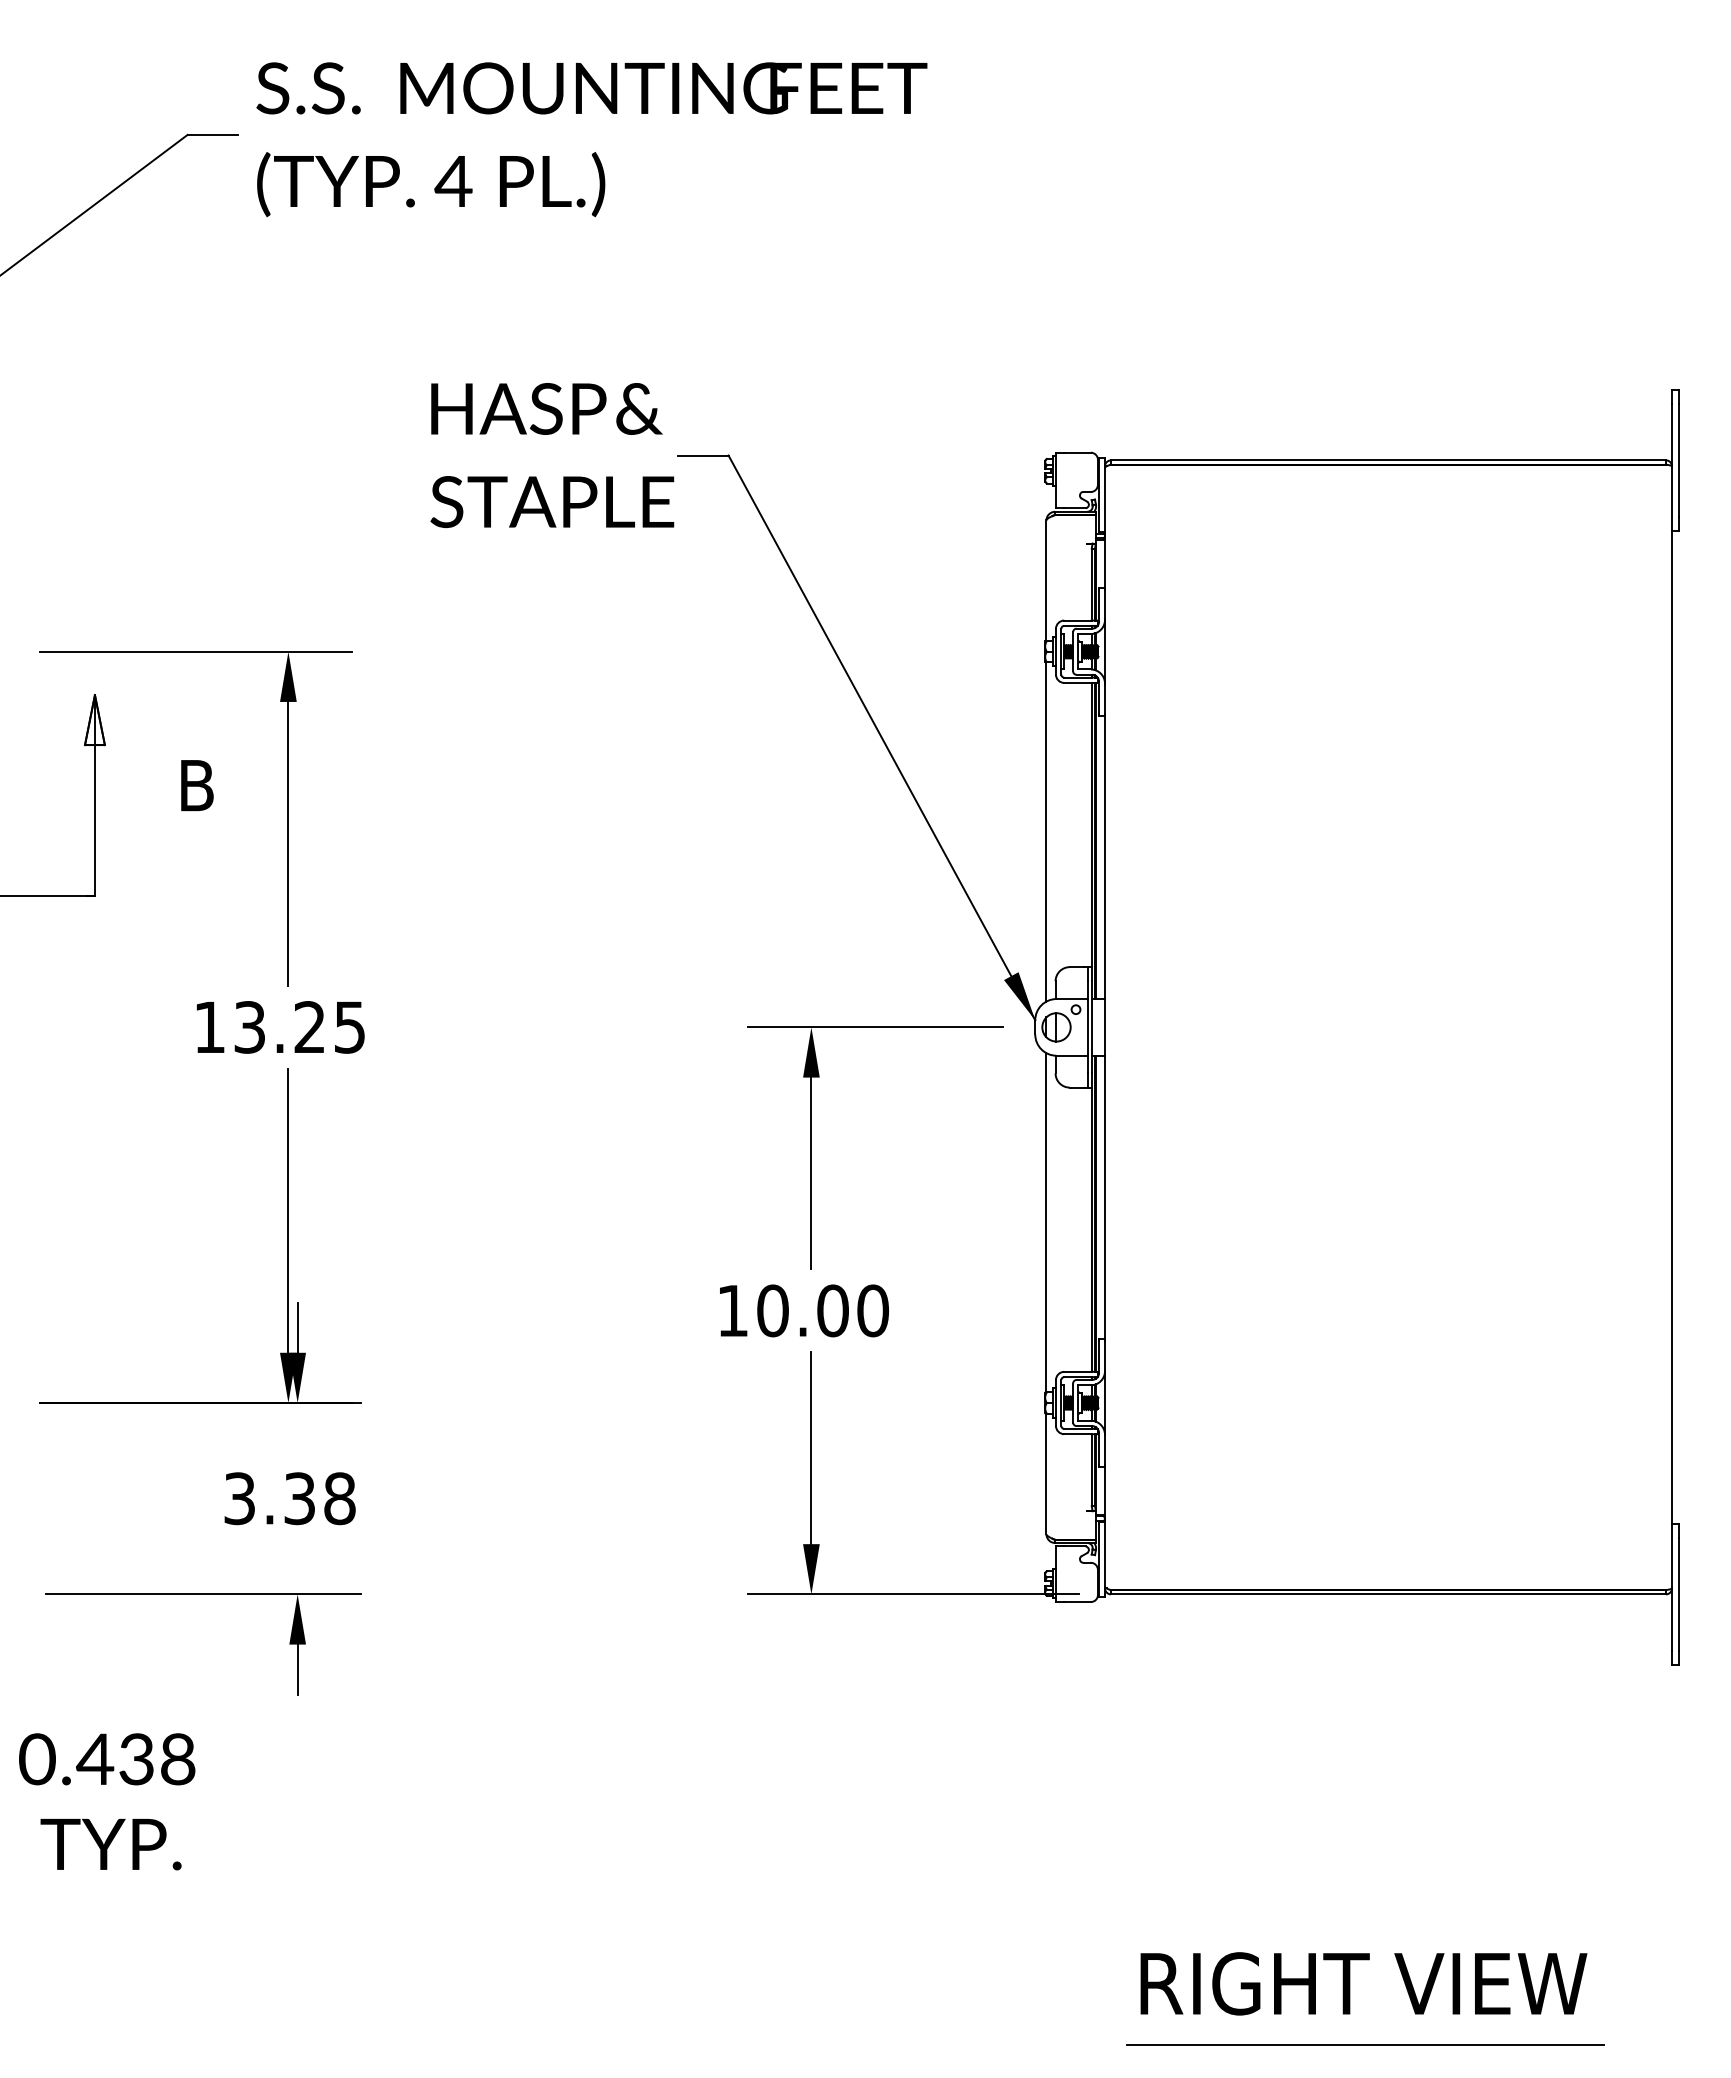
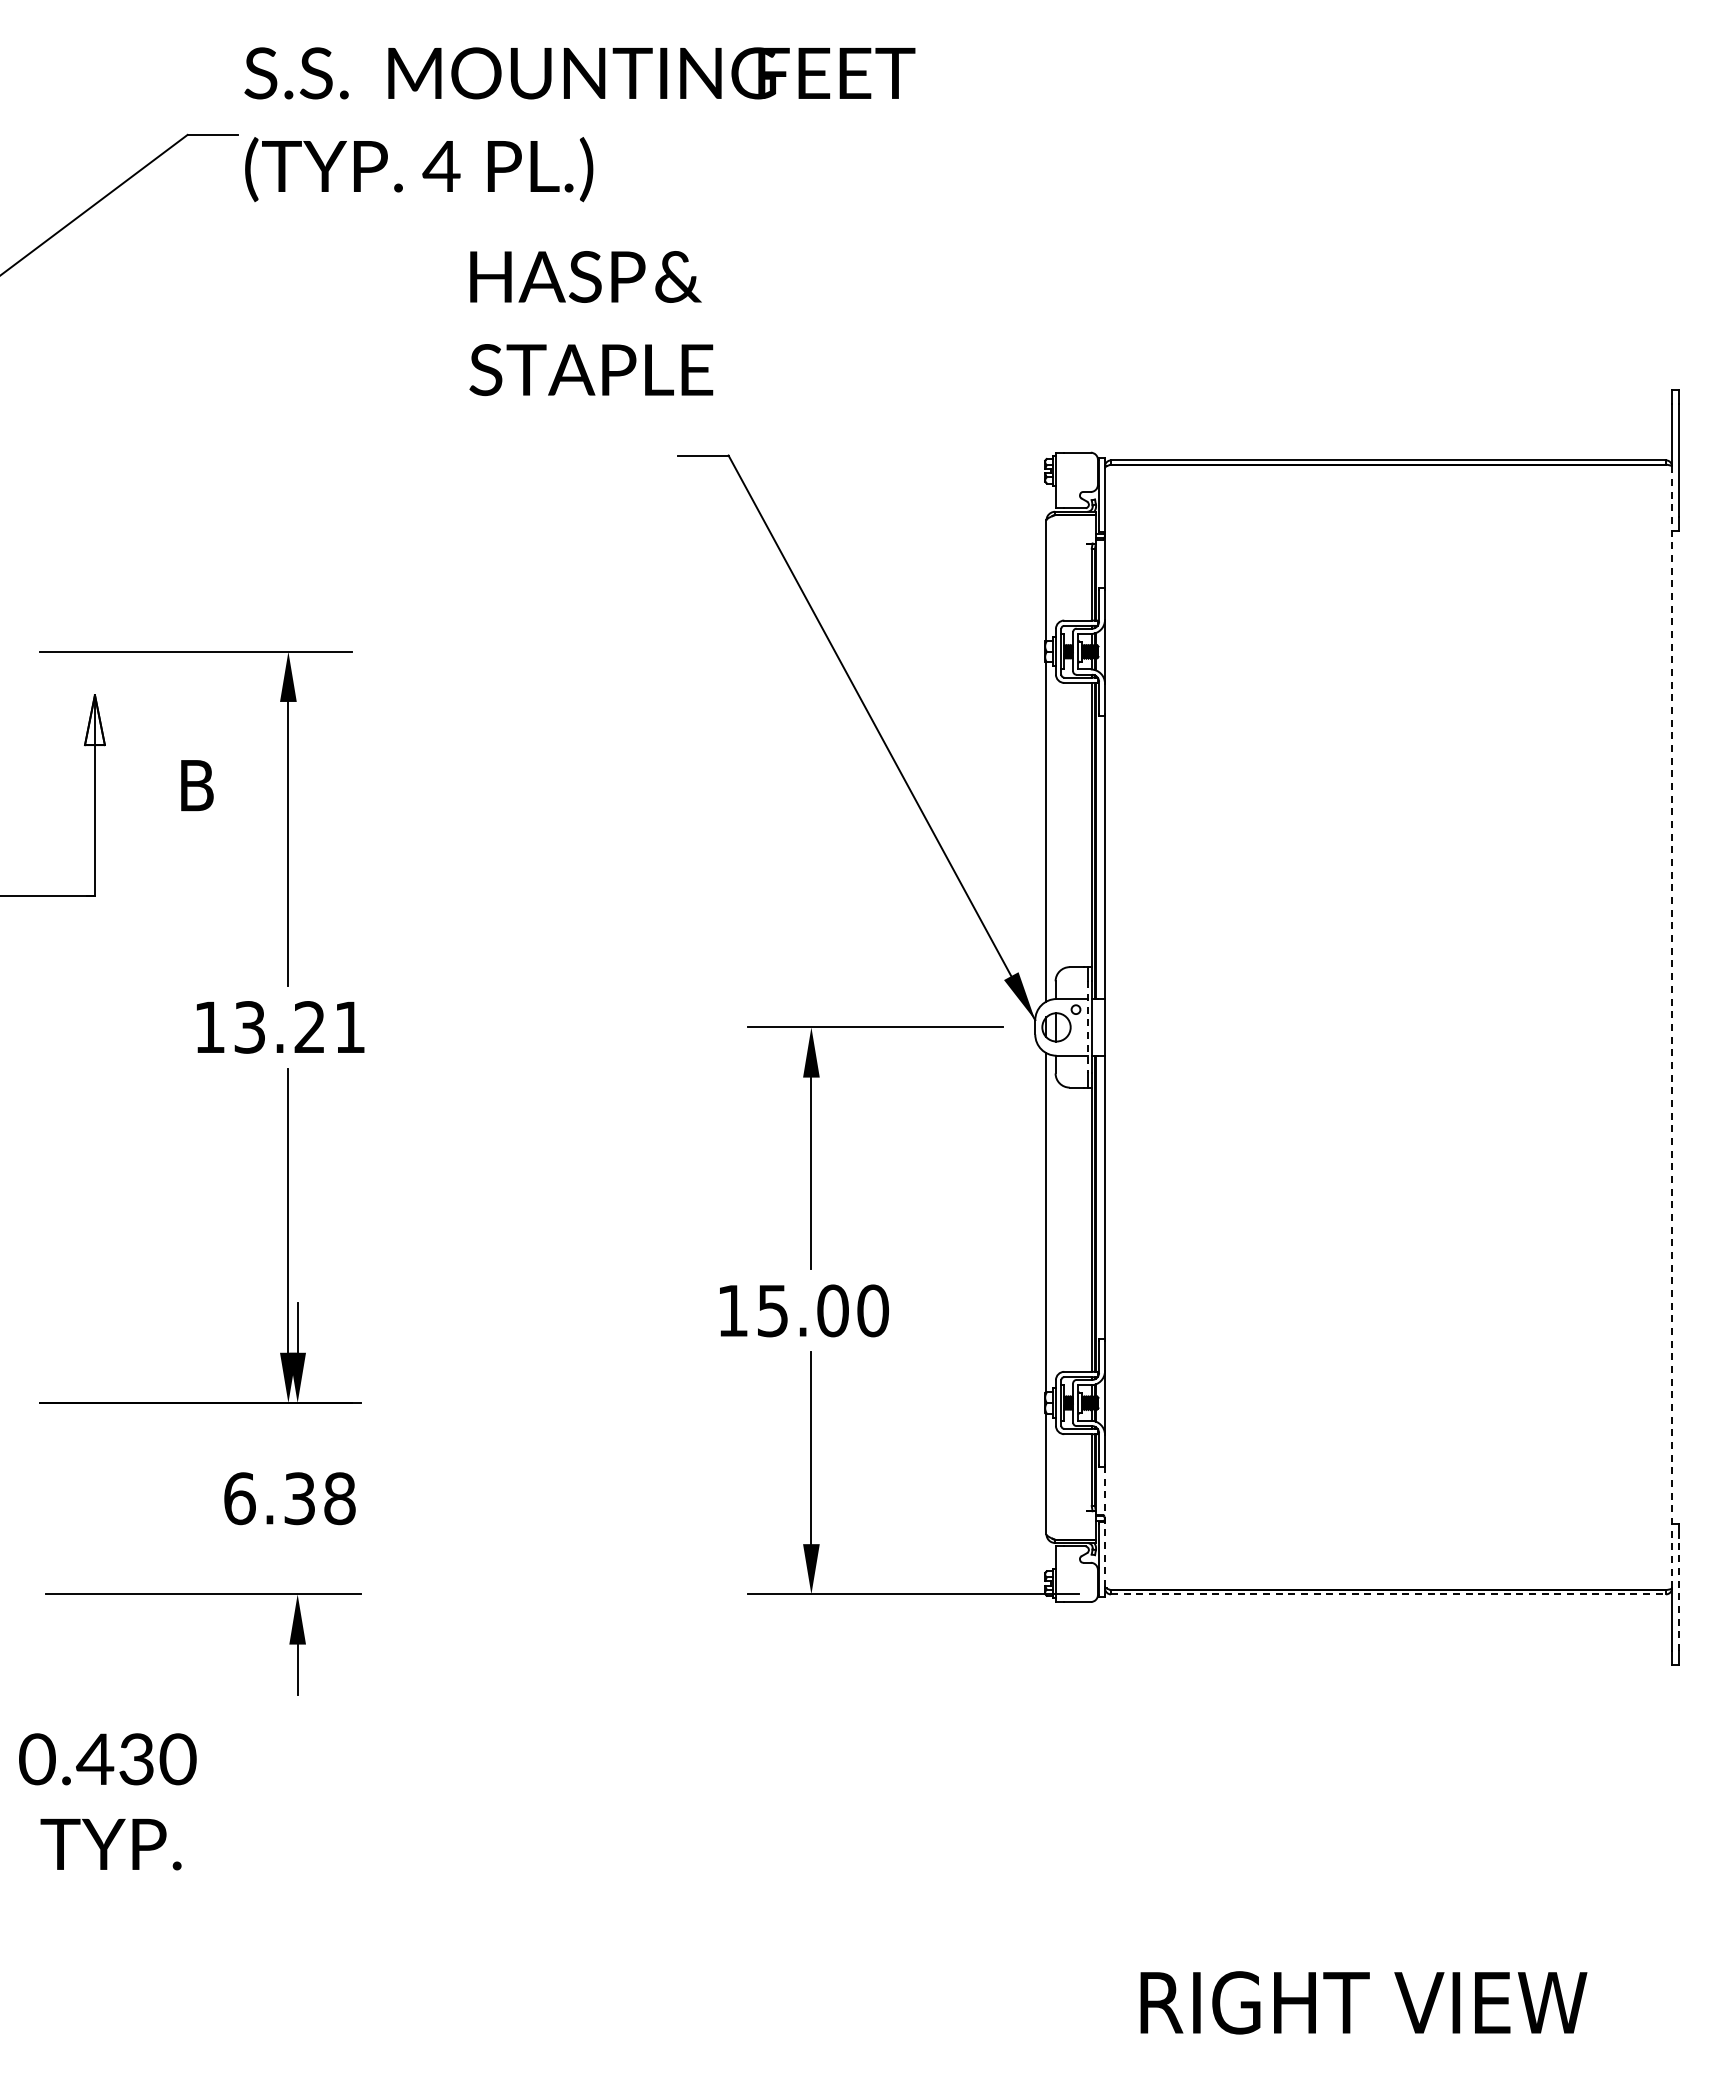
text at (591, 139) position: (591, 139) -> (579, 124)
text at (552, 455) position: (552, 455) -> (591, 323)
text at (349, 1027): 13.25 -> 13.21
line at (1087, 1027): solid -> dashed
line at (1672, 1027): solid -> dashed
text at (772, 1310): 10.00 -> 15.00
text at (239, 1498): 3.38 -> 6.38
line at (1105, 1526): solid -> dashed
line at (1388, 1594): solid -> dashed
line at (1679, 1594): solid -> dashed
text at (177, 1759): 0.438 -> 0.430
text at (1363, 1983) position: (1363, 1983) -> (1363, 2002)
line at (1365, 2044): present -> none
